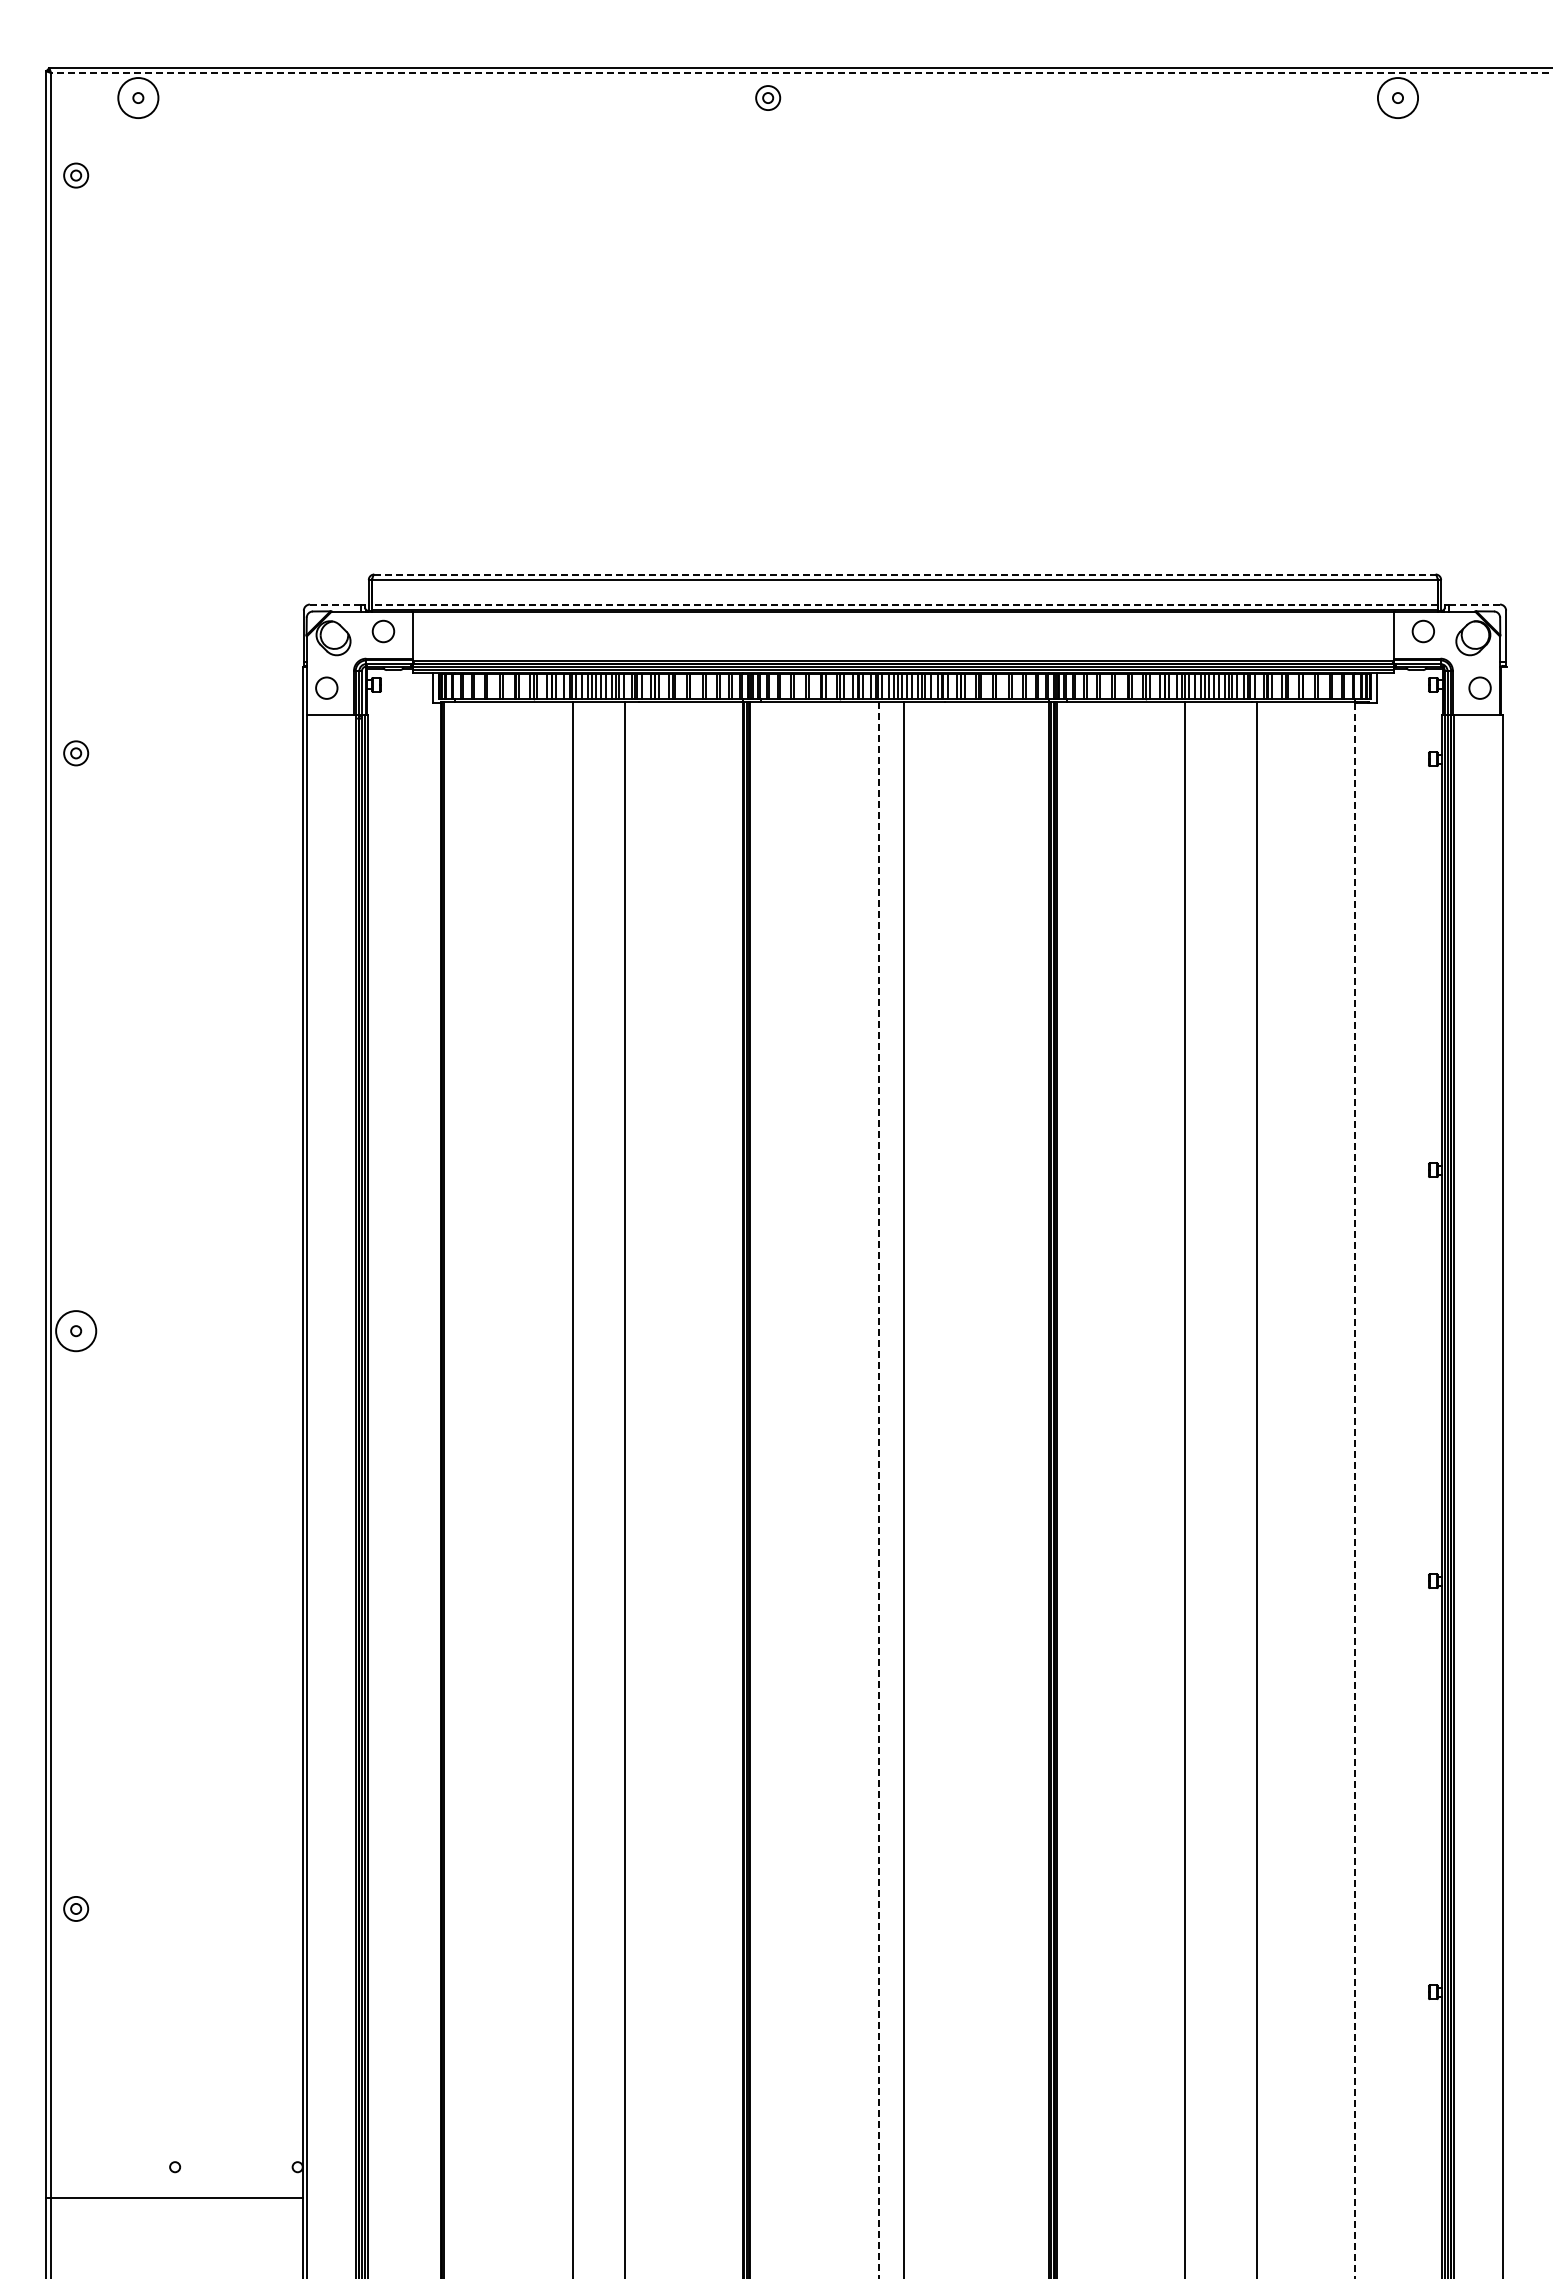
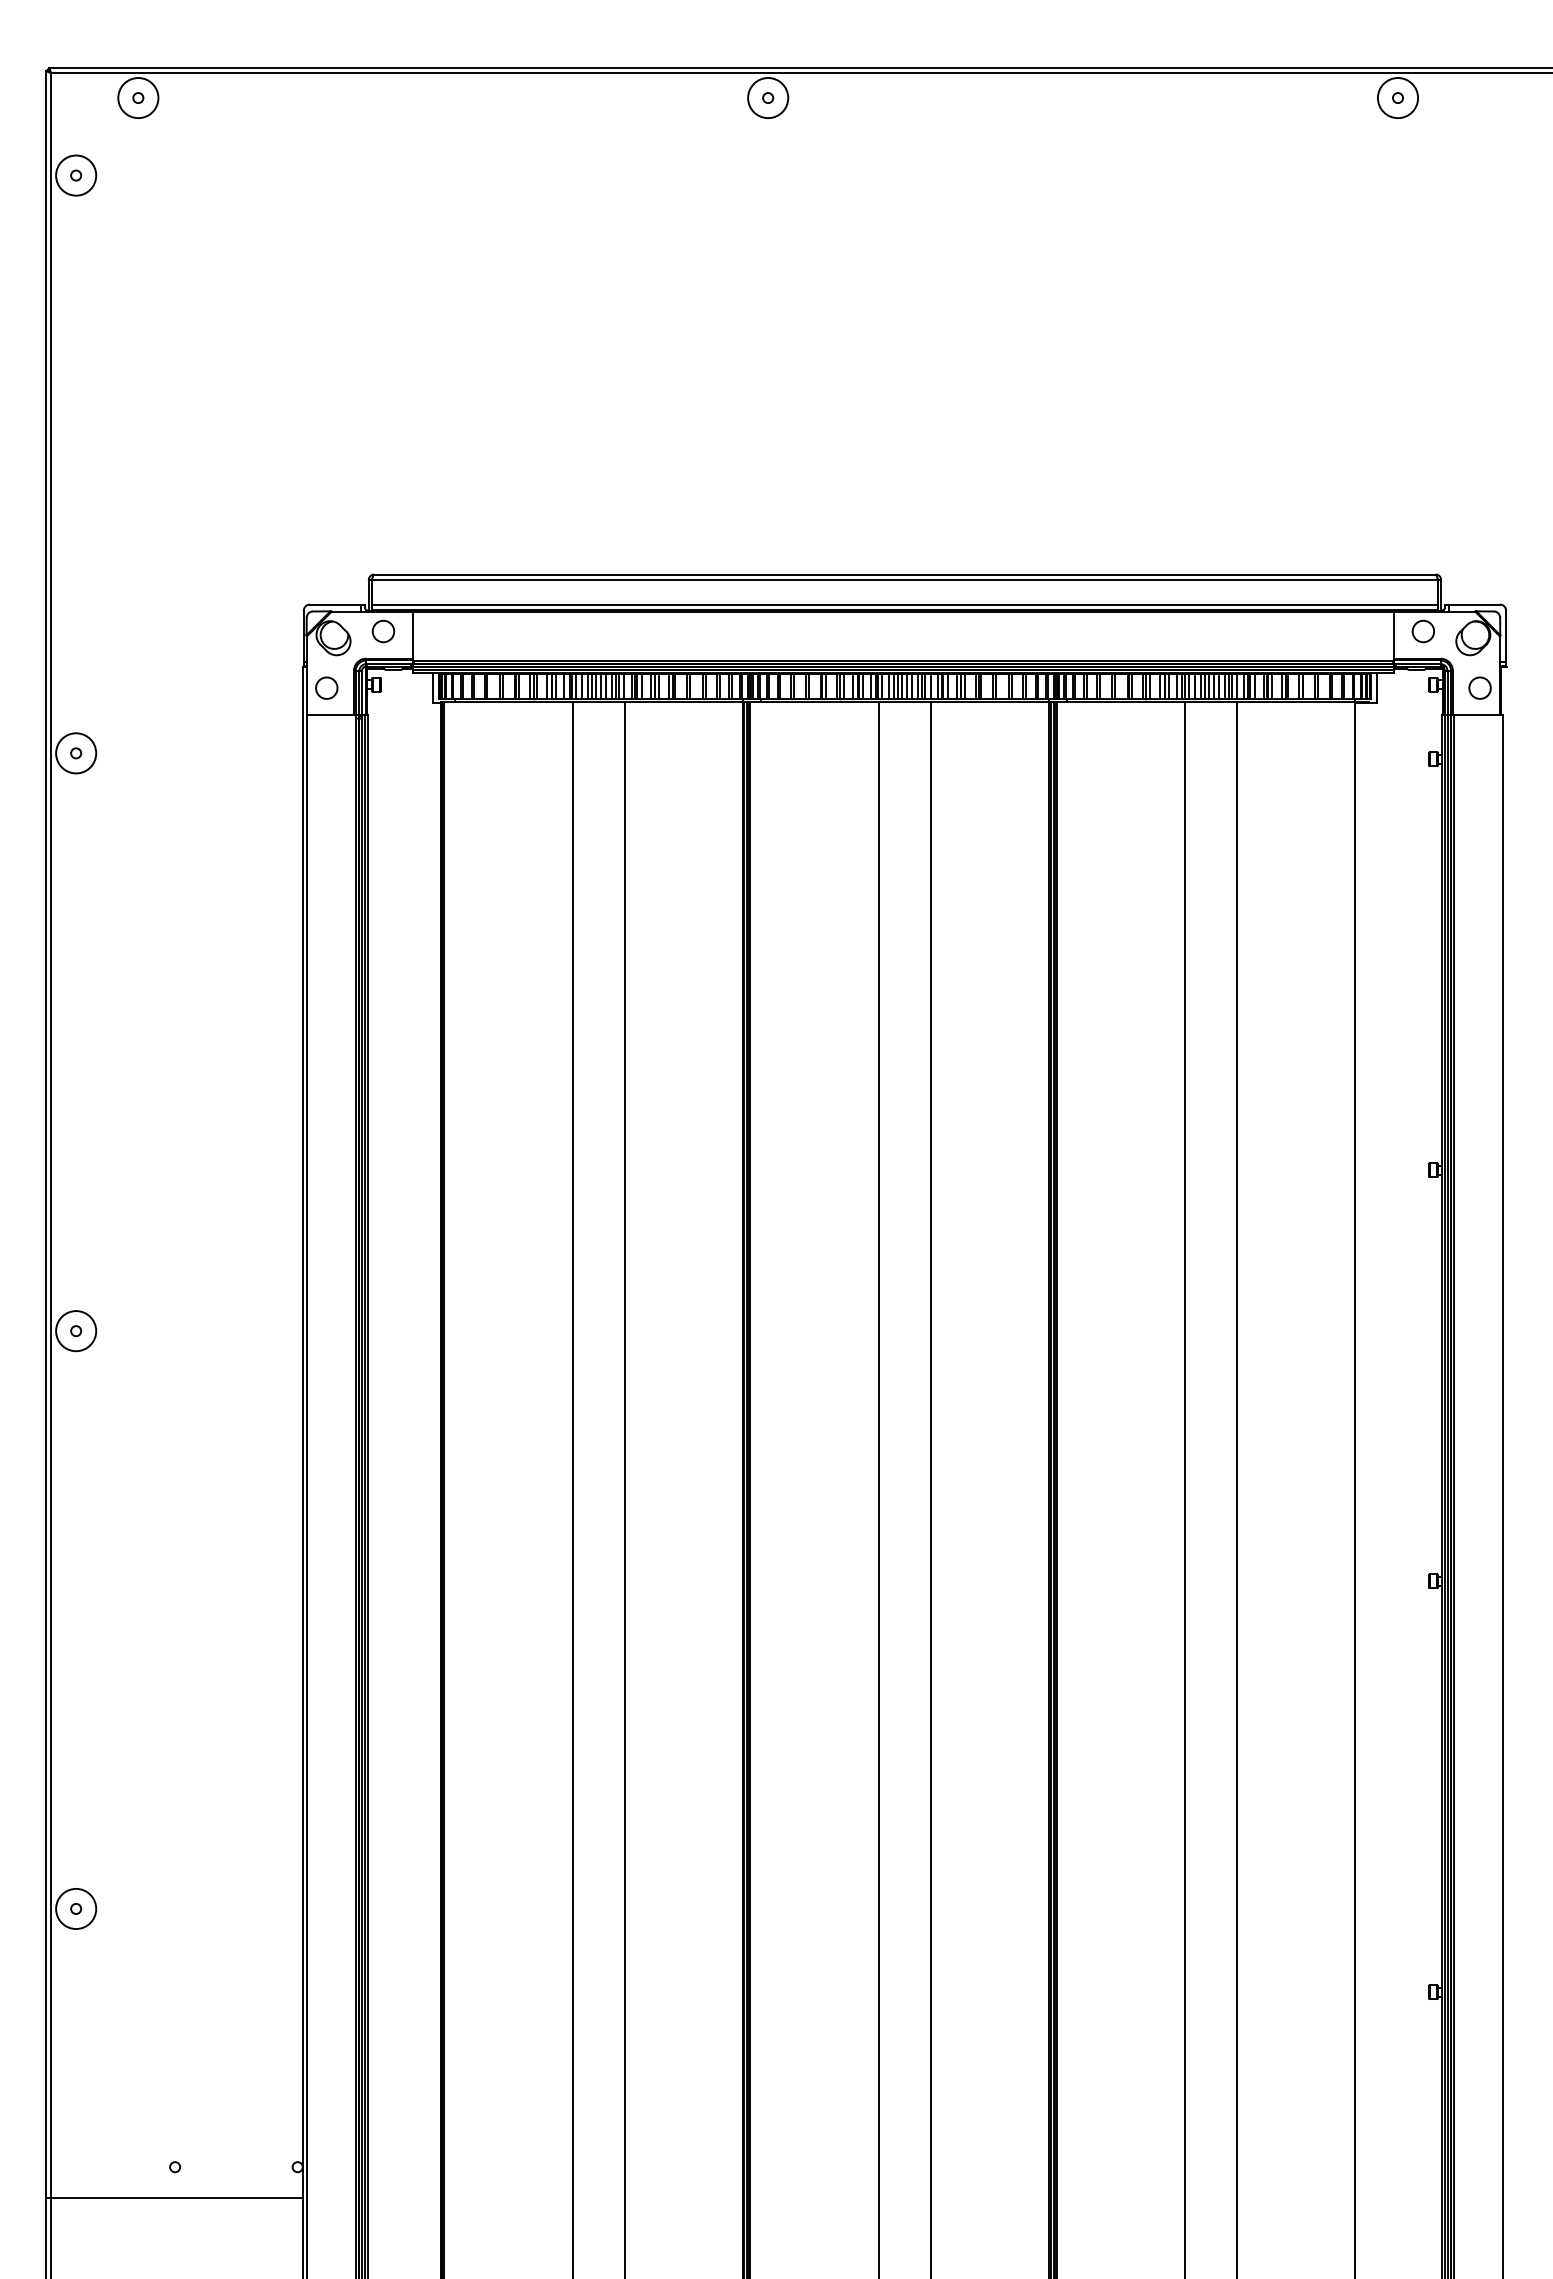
line at (801, 72): dashed -> solid
circle at (768, 98) diameter: 24 px -> 40 px
circle at (76, 175) diameter: 24 px -> 40 px
line at (904, 574): dashed -> solid
line at (335, 604): dashed -> solid
line at (904, 604): dashed -> solid
line at (1474, 604): dashed -> solid
circle at (76, 753) diameter: 24 px -> 40 px
line at (904, 1488) position: (904, 1488) -> (931, 1488)
line at (1257, 1488) position: (1257, 1488) -> (1237, 1488)
line at (878, 1490): dashed -> solid
line at (1355, 1490): dashed -> solid
circle at (76, 1908) diameter: 24 px -> 40 px
